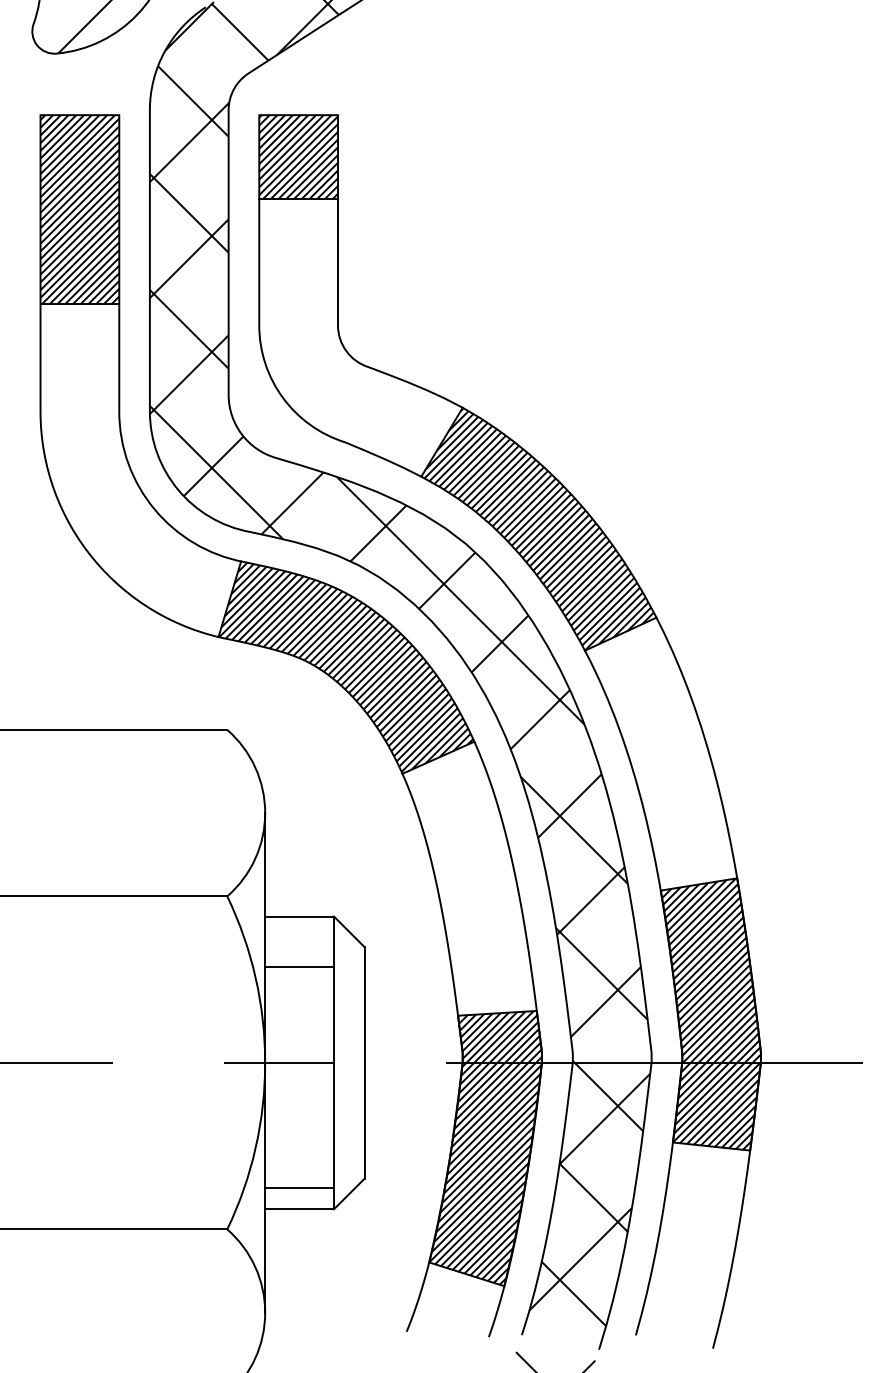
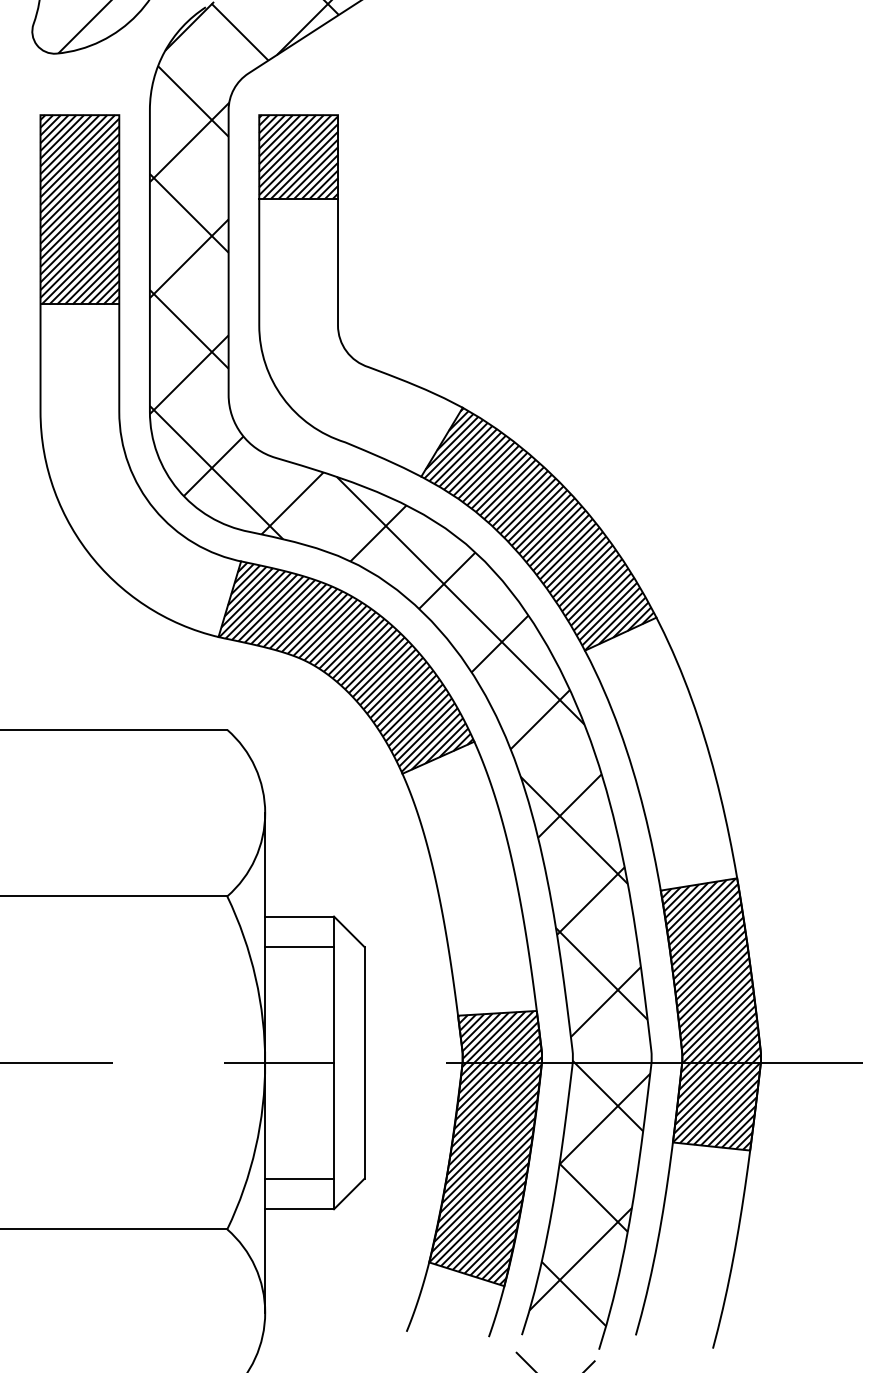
line at (299, 967) position: (299, 967) -> (299, 947)
line at (299, 1187) position: (299, 1187) -> (299, 1178)
